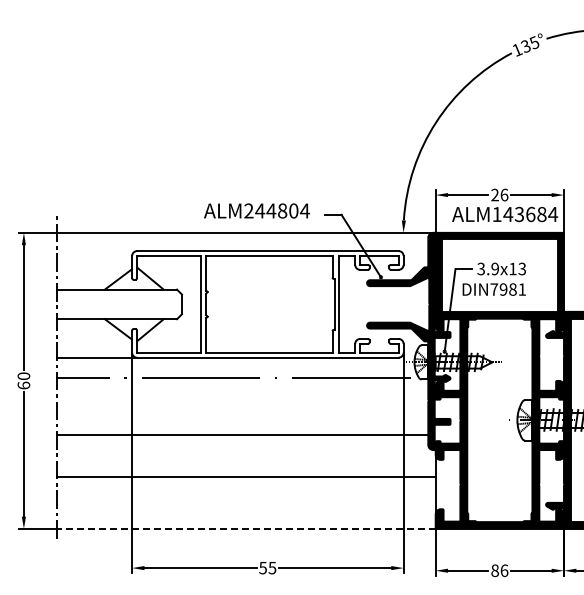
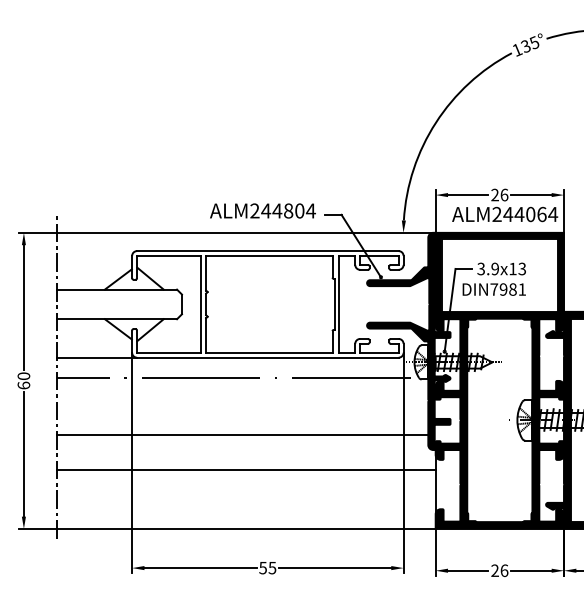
text at (256, 210) position: (256, 210) -> (262, 210)
text at (519, 214): ALM143684 -> ALM244064
line at (246, 476) position: (246, 476) -> (246, 469)
line at (245, 529): dashed -> solid
text at (494, 570): 86 -> 26
